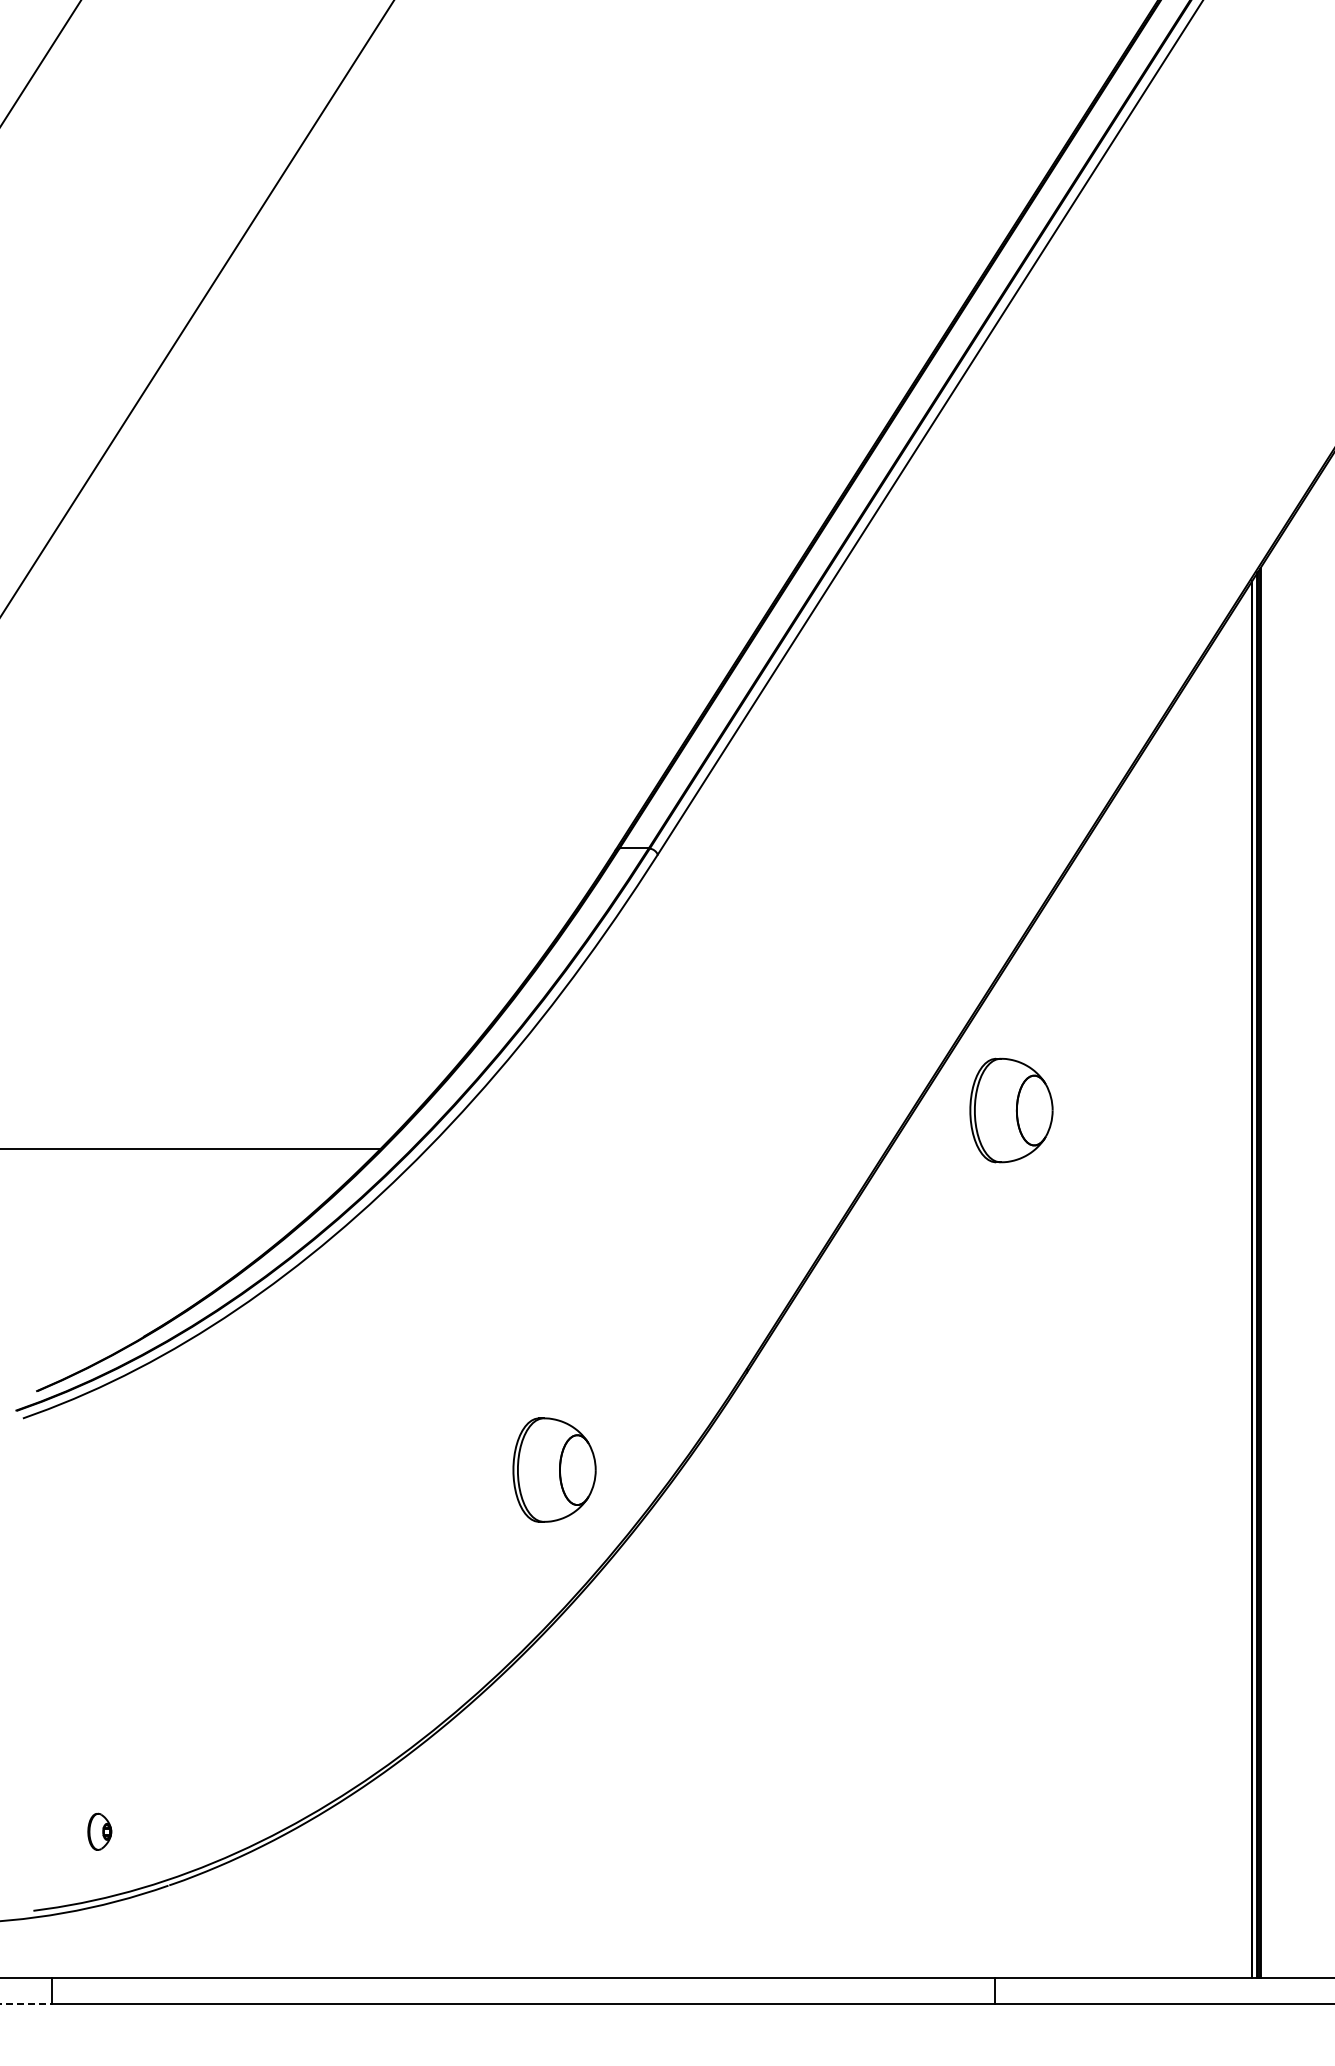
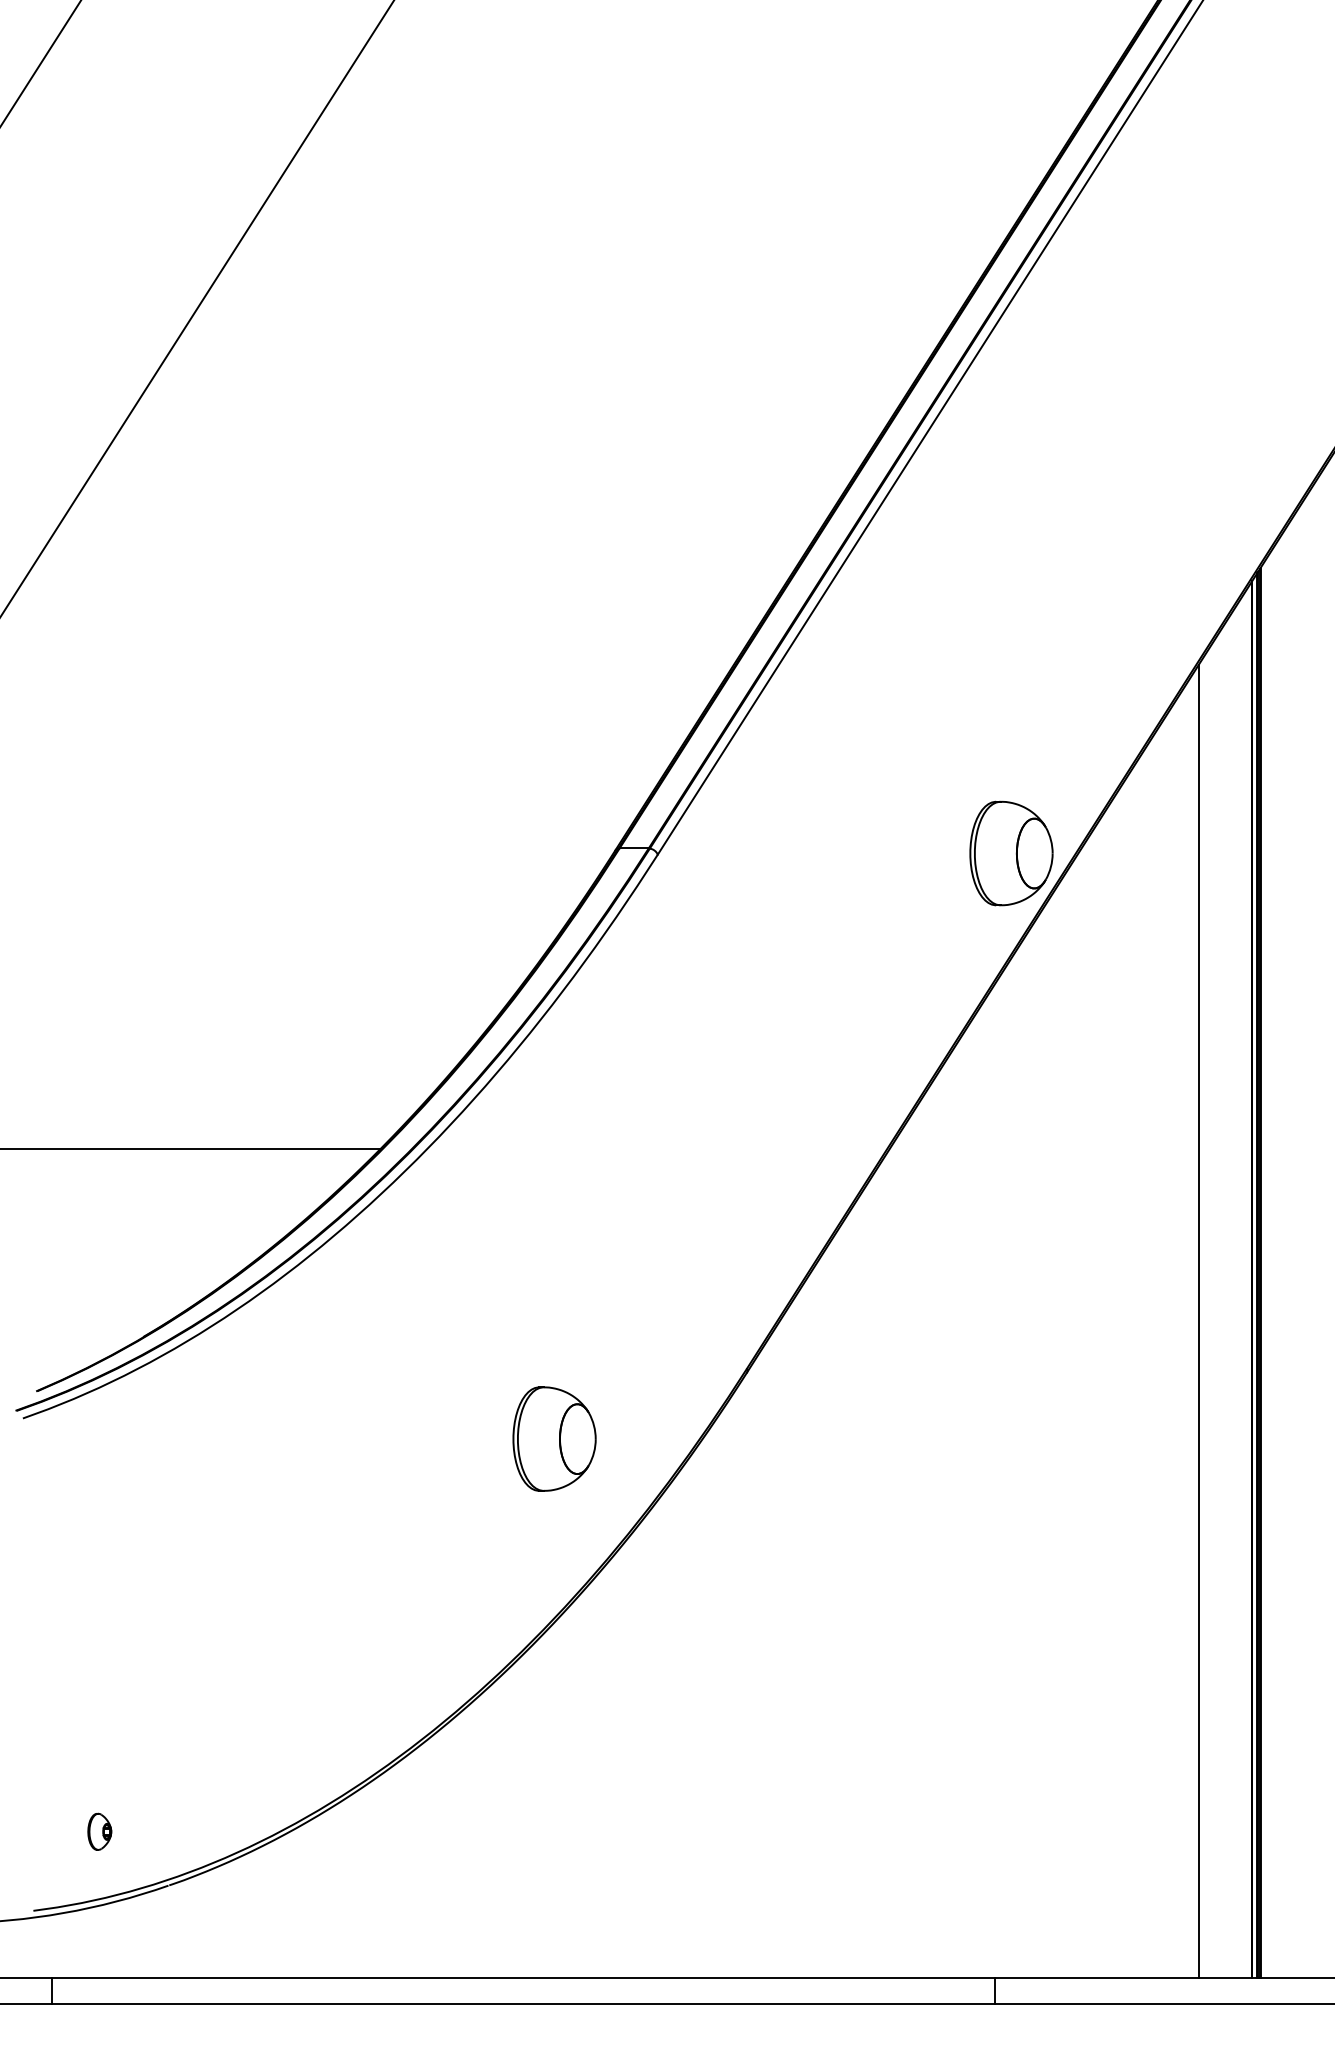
part at (1011, 1110) position: (1011, 1110) -> (1011, 853)
line at (1198, 1321): none -> present
part at (554, 1469) position: (554, 1469) -> (554, 1438)
line at (26, 2004): dashed -> solid
